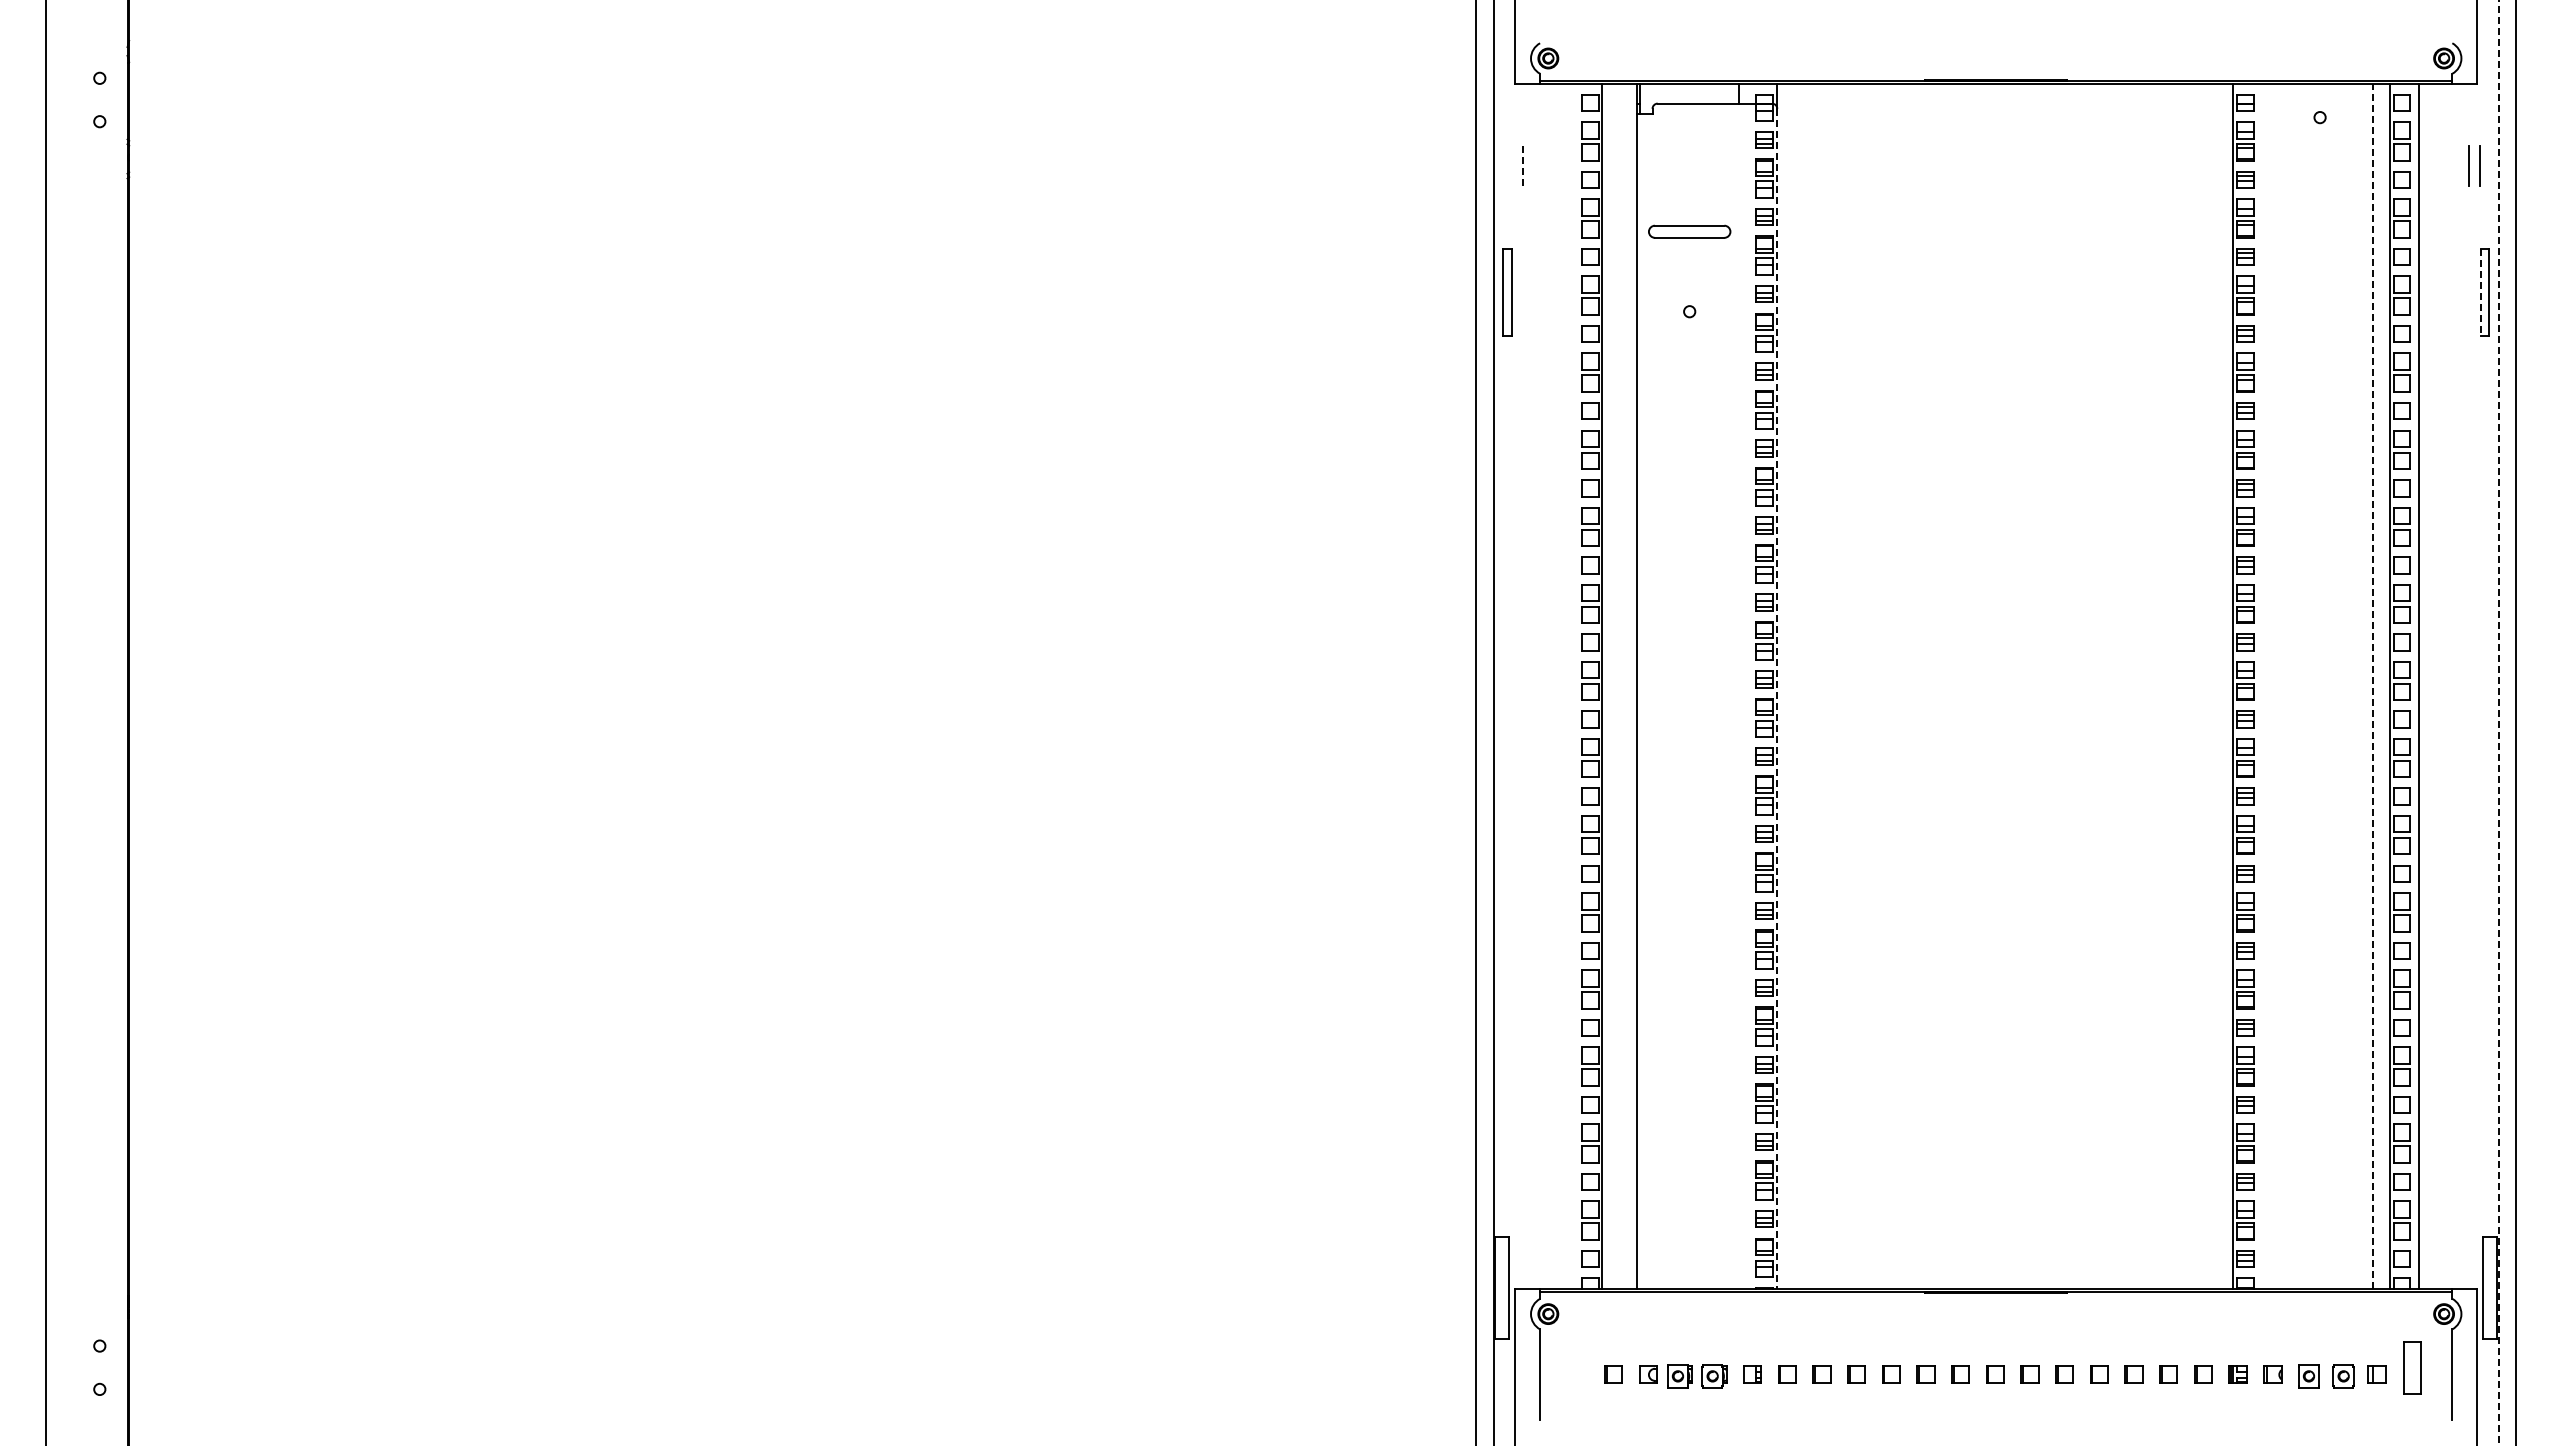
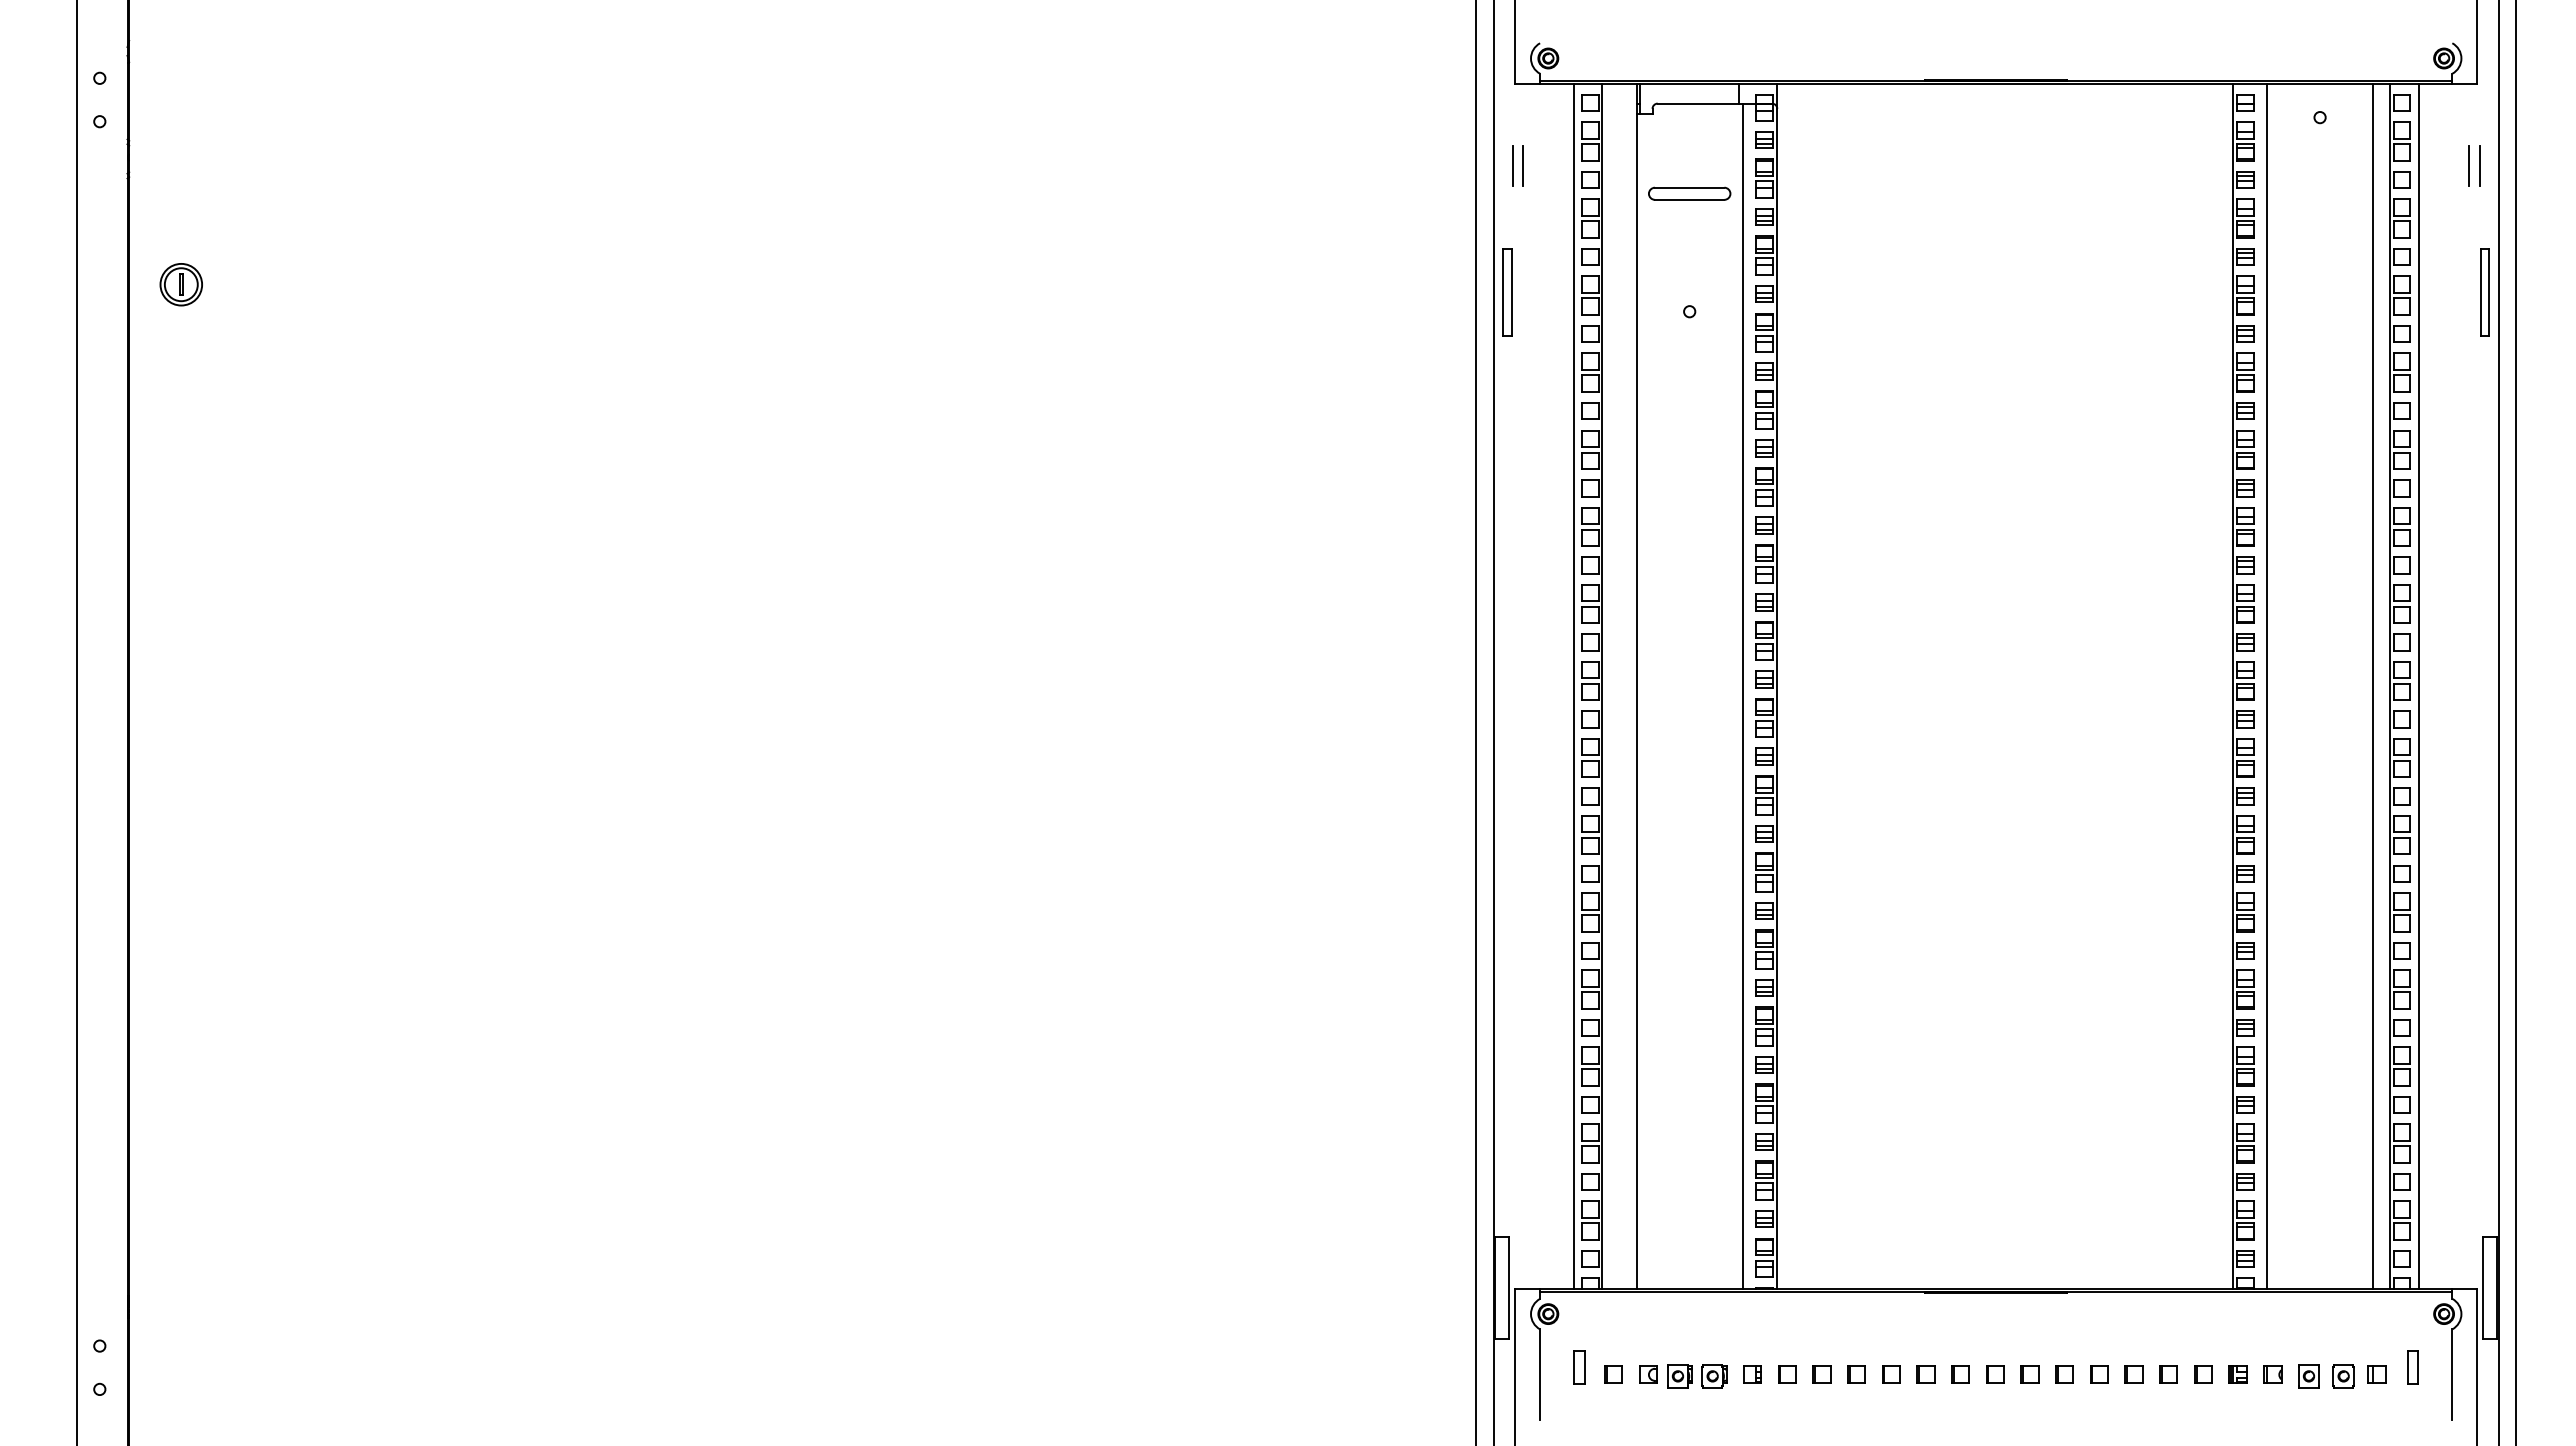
line at (1512, 165): none -> present
line at (1523, 166): dashed -> solid
part at (1689, 231) position: (1689, 231) -> (1689, 193)
part at (180, 284): none -> present
line at (2480, 293): dashed -> solid
line at (1573, 685): none -> present
line at (2267, 685): none -> present
line at (2372, 686): dashed -> solid
line at (1742, 695): none -> present
line at (1777, 699): dashed -> solid
line at (46, 722) position: (46, 722) -> (77, 722)
line at (2498, 723): dashed -> solid
part at (1579, 1367): none -> present
part at (2412, 1367) size: 19x54 px -> 12x35 px
